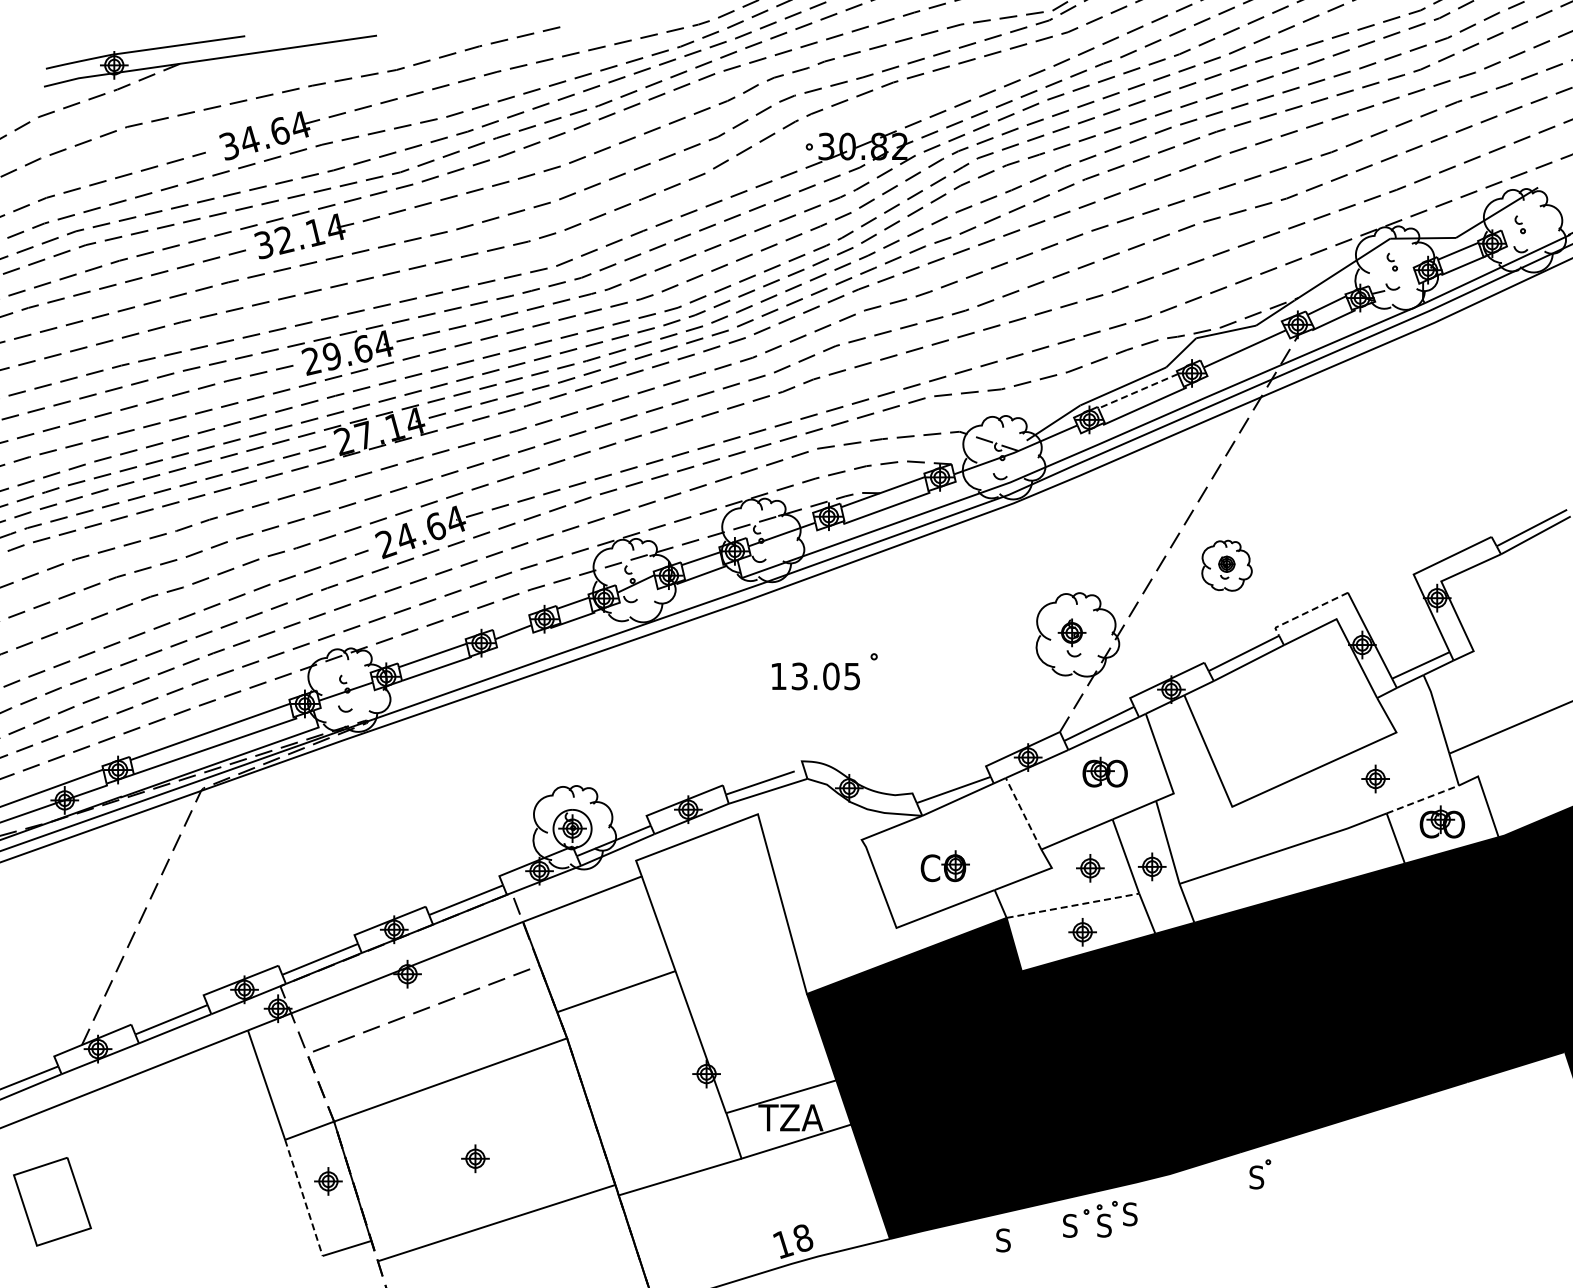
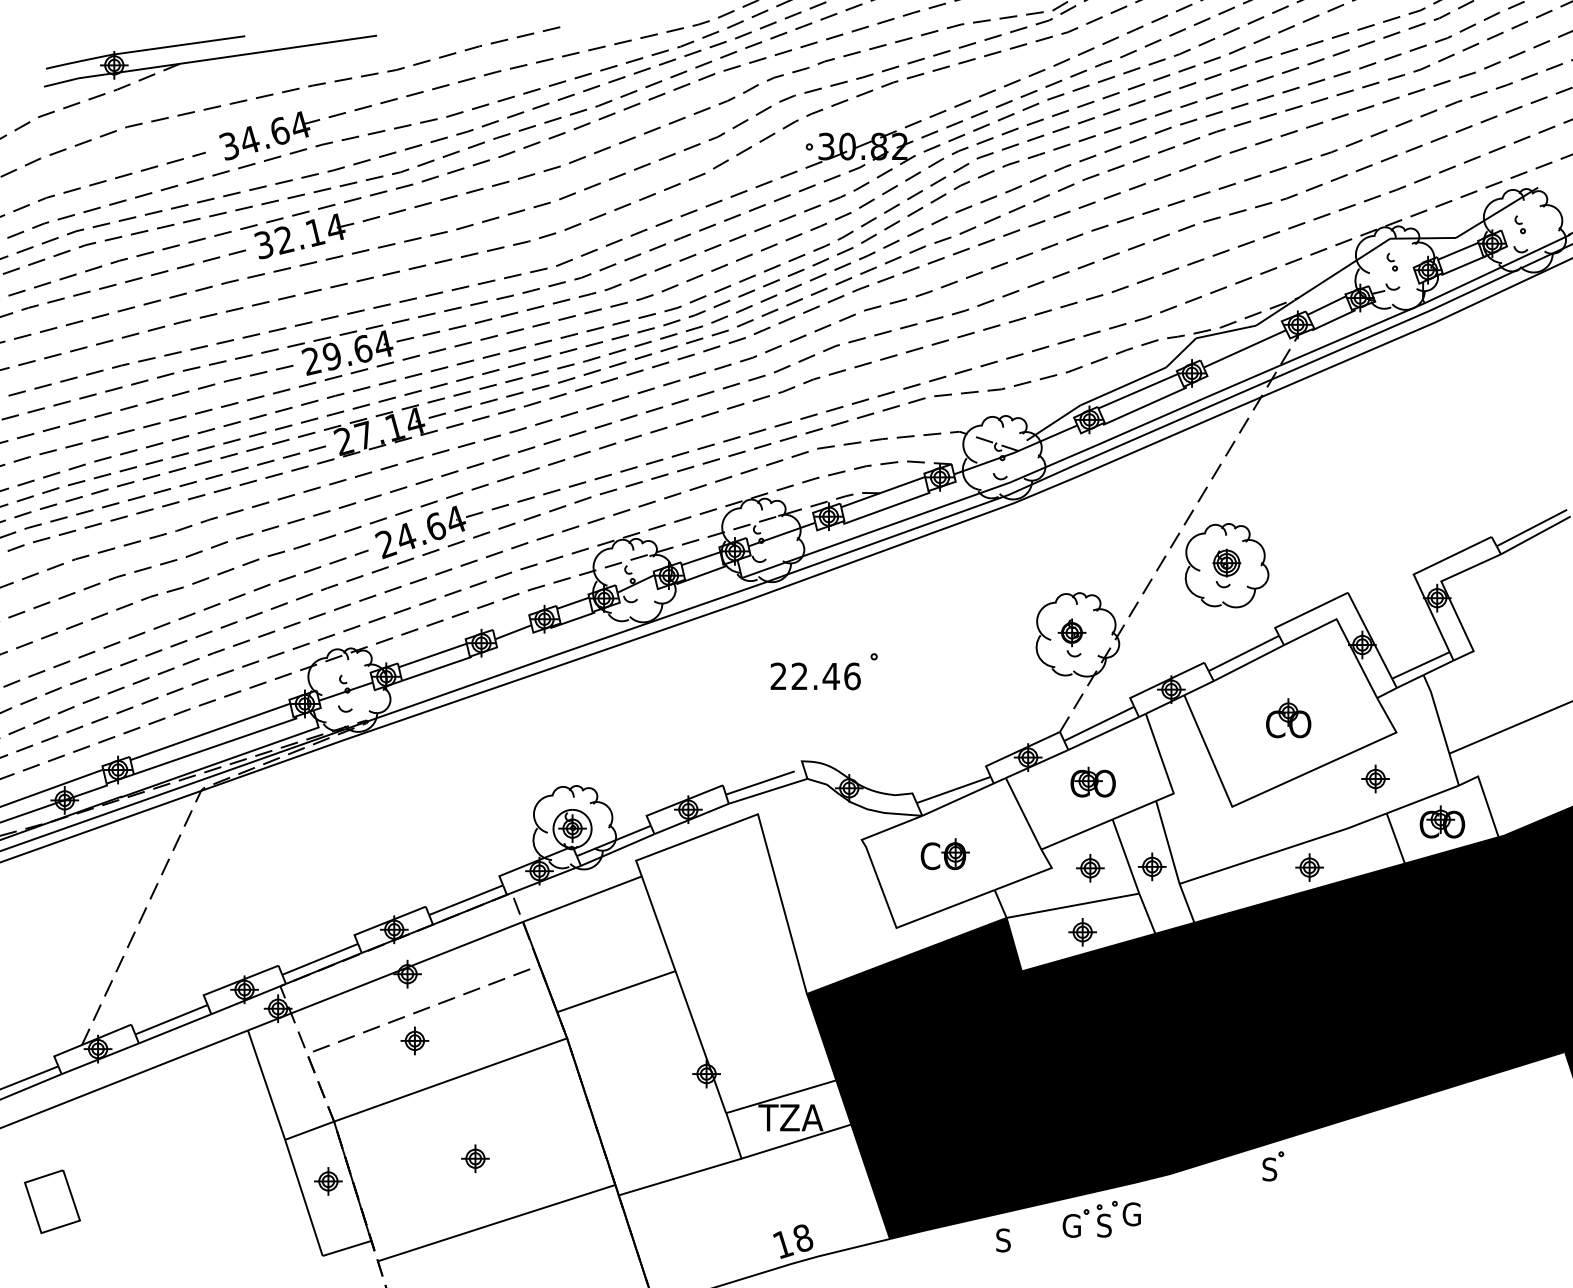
line at (1137, 391): dashed -> solid
part at (1226, 565) size: 52x53 px -> 86x86 px
line at (1306, 612): dashed -> solid
text at (815, 676): 13.05 -> 22.46
part at (1288, 718): none -> present
part at (1104, 771) position: (1104, 771) -> (1092, 781)
line at (1422, 799): dashed -> solid
line at (1023, 813): dashed -> solid
part at (944, 866) position: (944, 866) -> (944, 854)
part at (1309, 867): none -> present
line at (1073, 905): dashed -> solid
part at (414, 1040): none -> present
part at (1260, 1174) position: (1260, 1174) -> (1273, 1166)
line at (304, 1198): dashed -> solid
part at (52, 1201) size: 79x90 px -> 57x65 px
text at (1131, 1214): S -> G
text at (1071, 1225): S -> G
